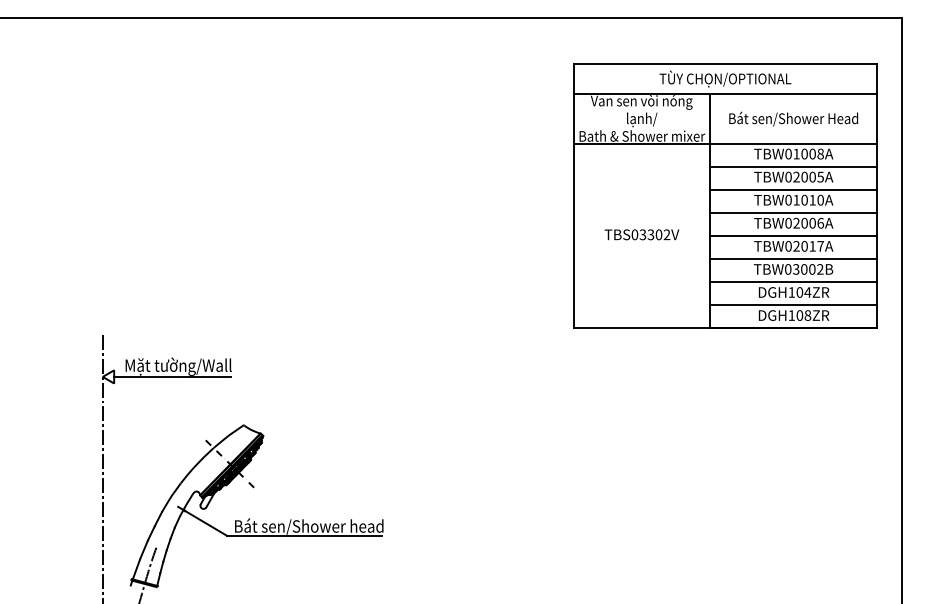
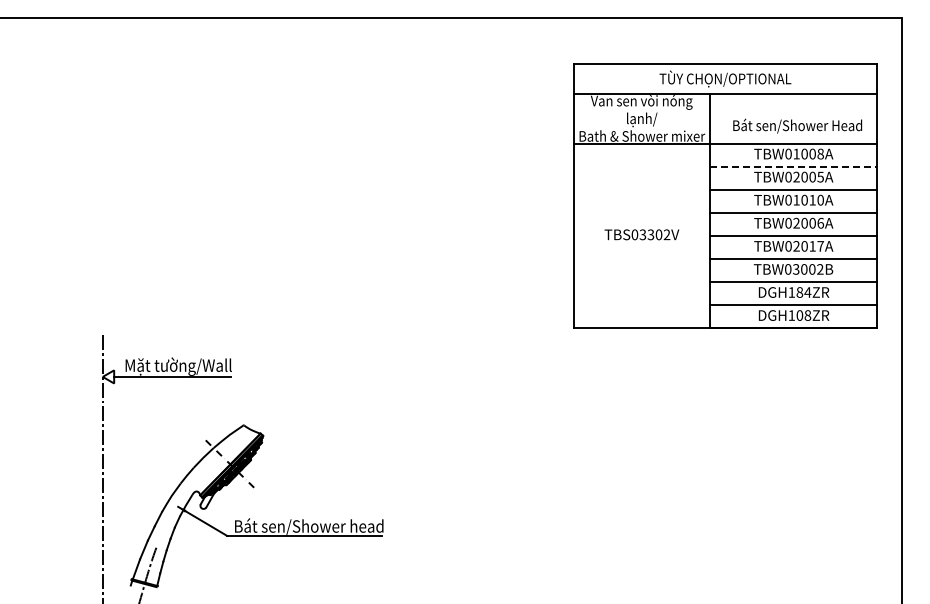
text at (793, 118) position: (793, 118) -> (797, 125)
line at (793, 167): solid -> dashed
text at (799, 292): DGH104ZR -> DGH184ZR
